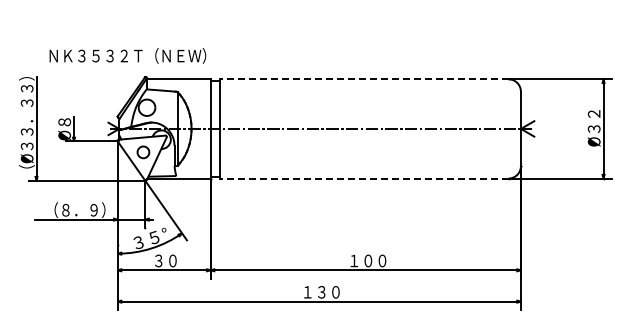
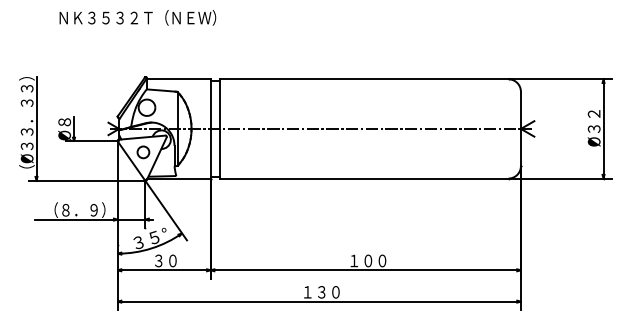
text at (127, 55) position: (127, 55) -> (137, 17)
line at (363, 79): dashed -> solid
line at (363, 178): dashed -> solid
